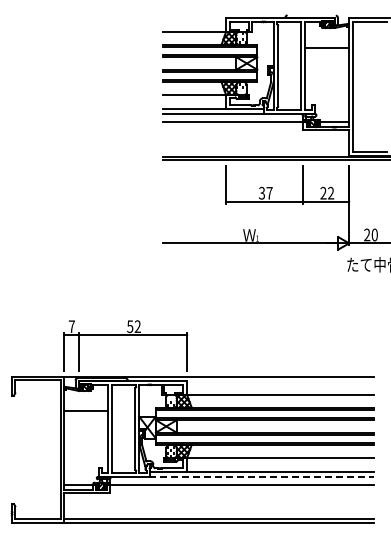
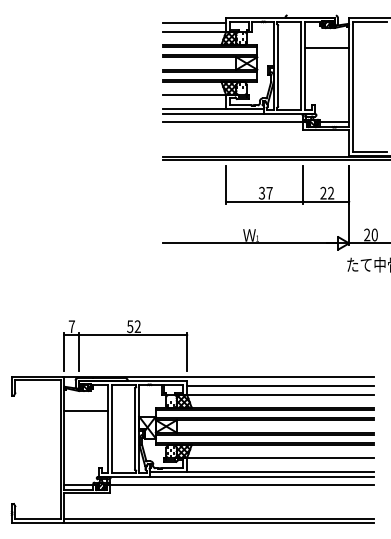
line at (194, 22): none -> present
line at (280, 385): none -> present
line at (261, 476): dashed -> solid
